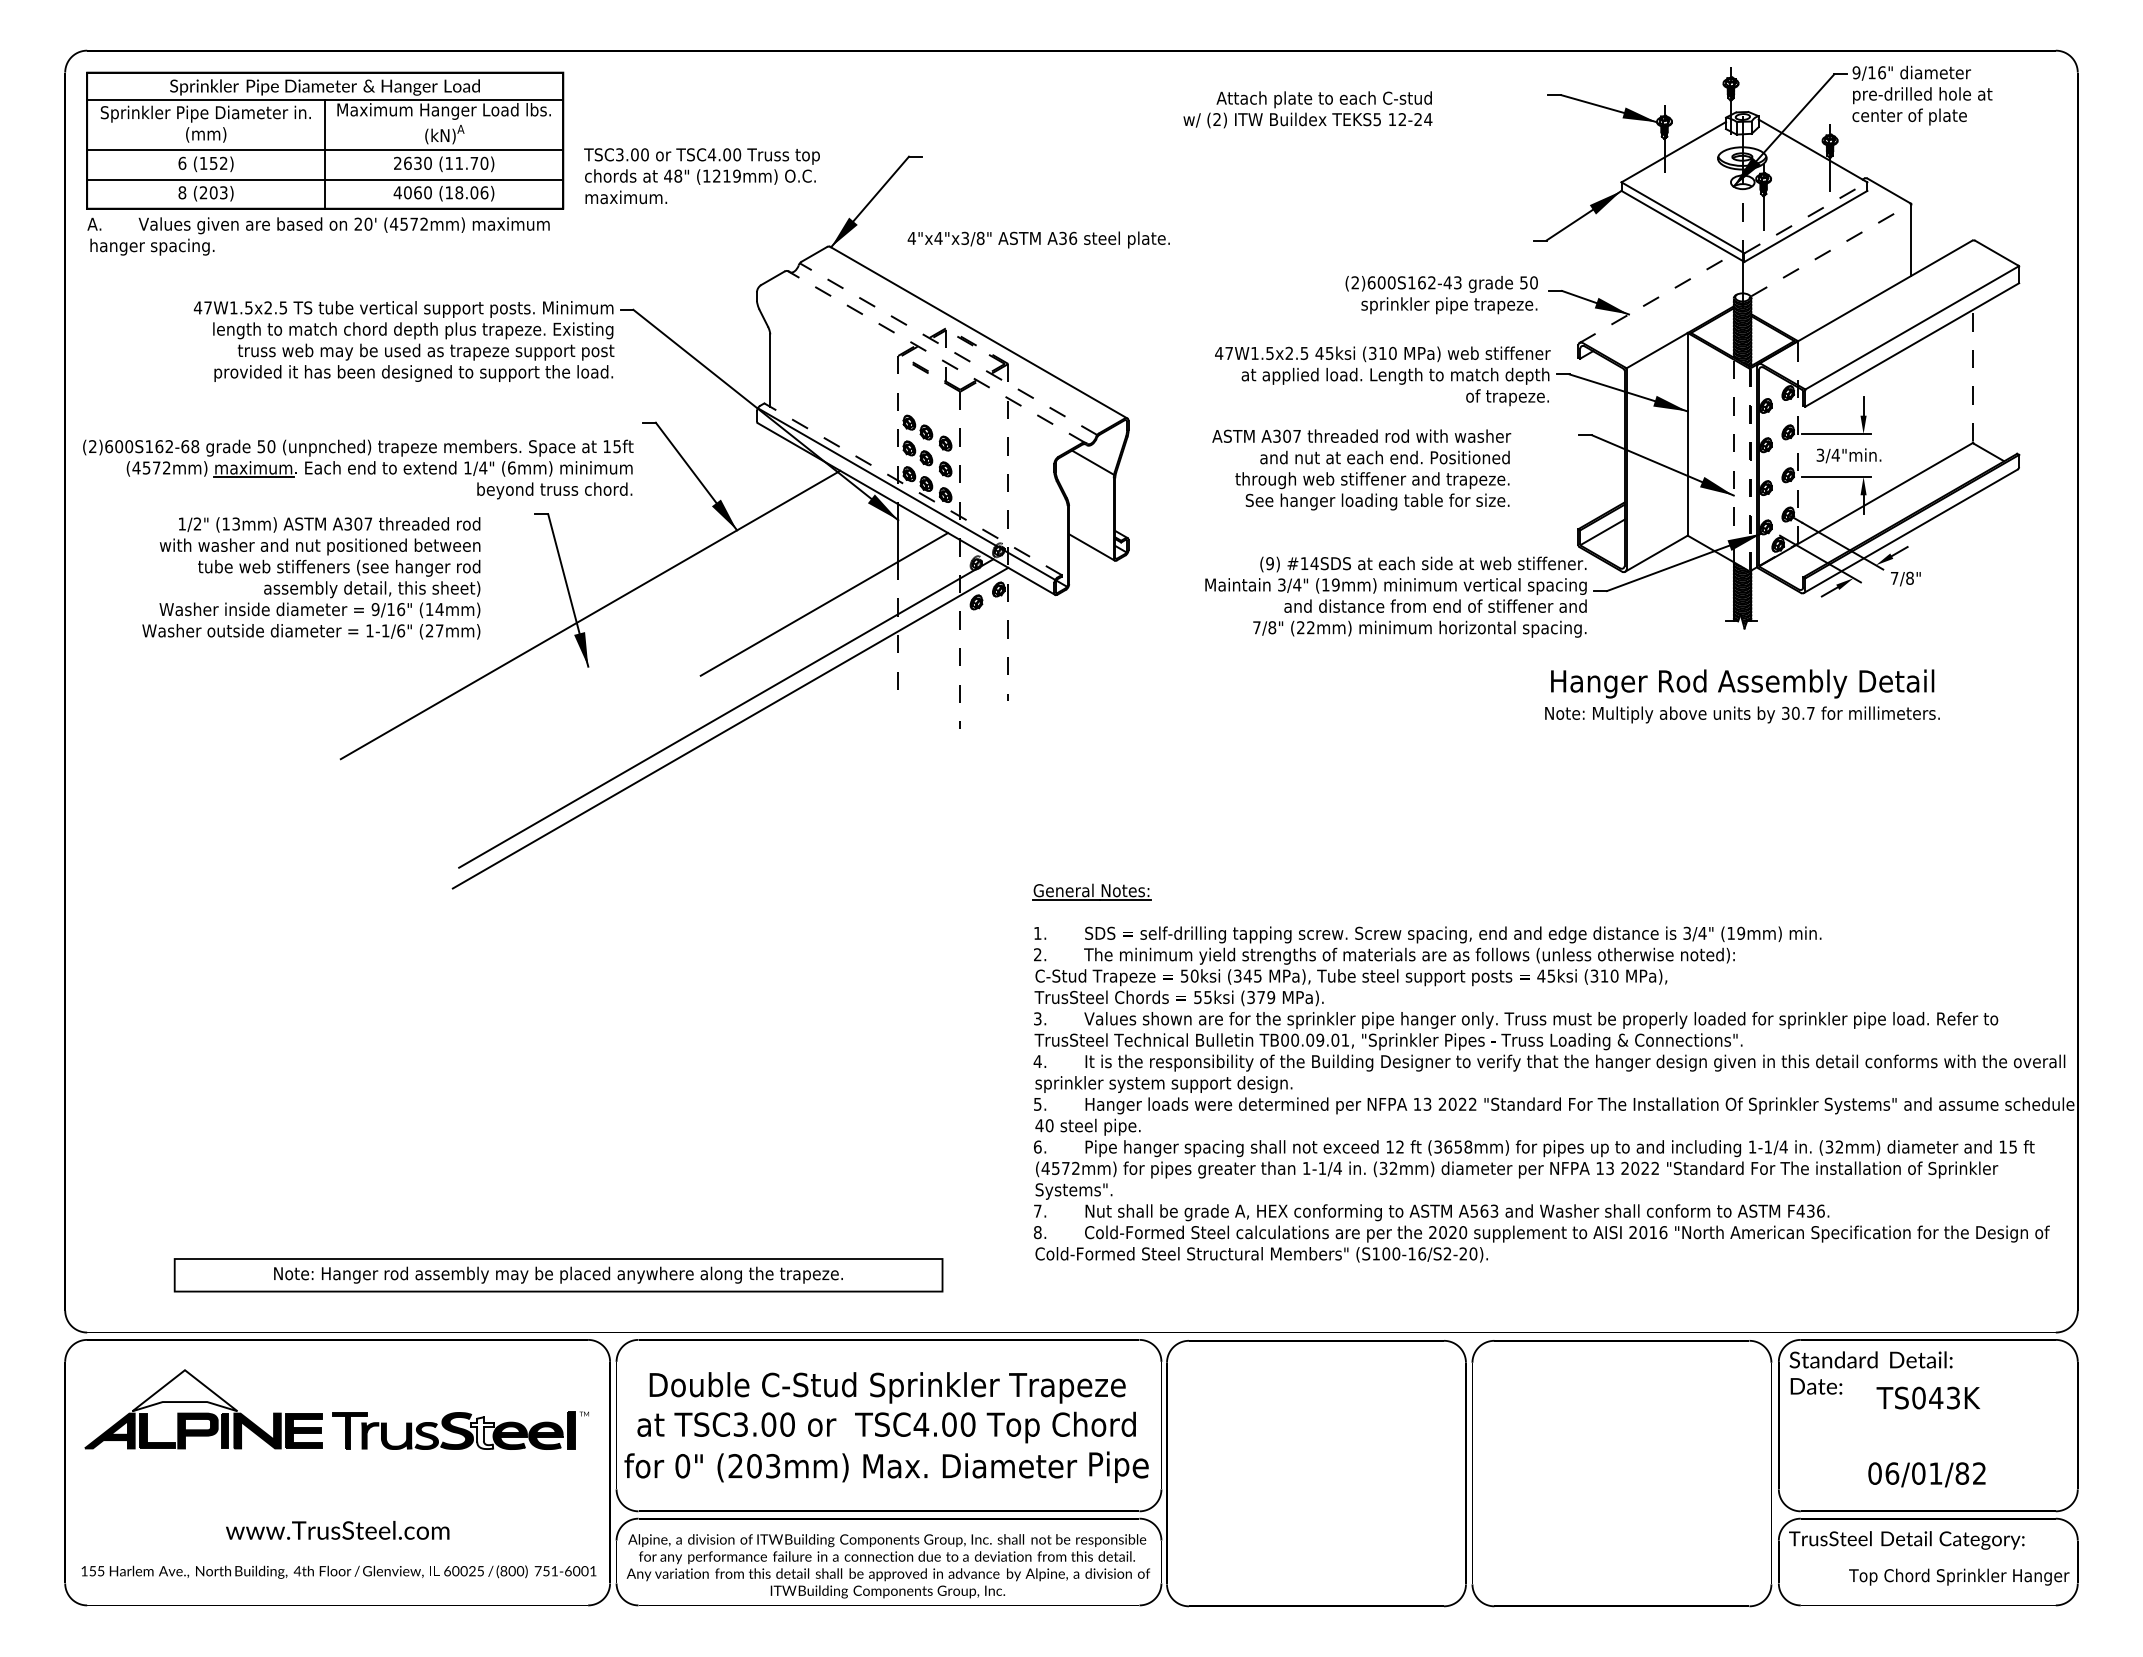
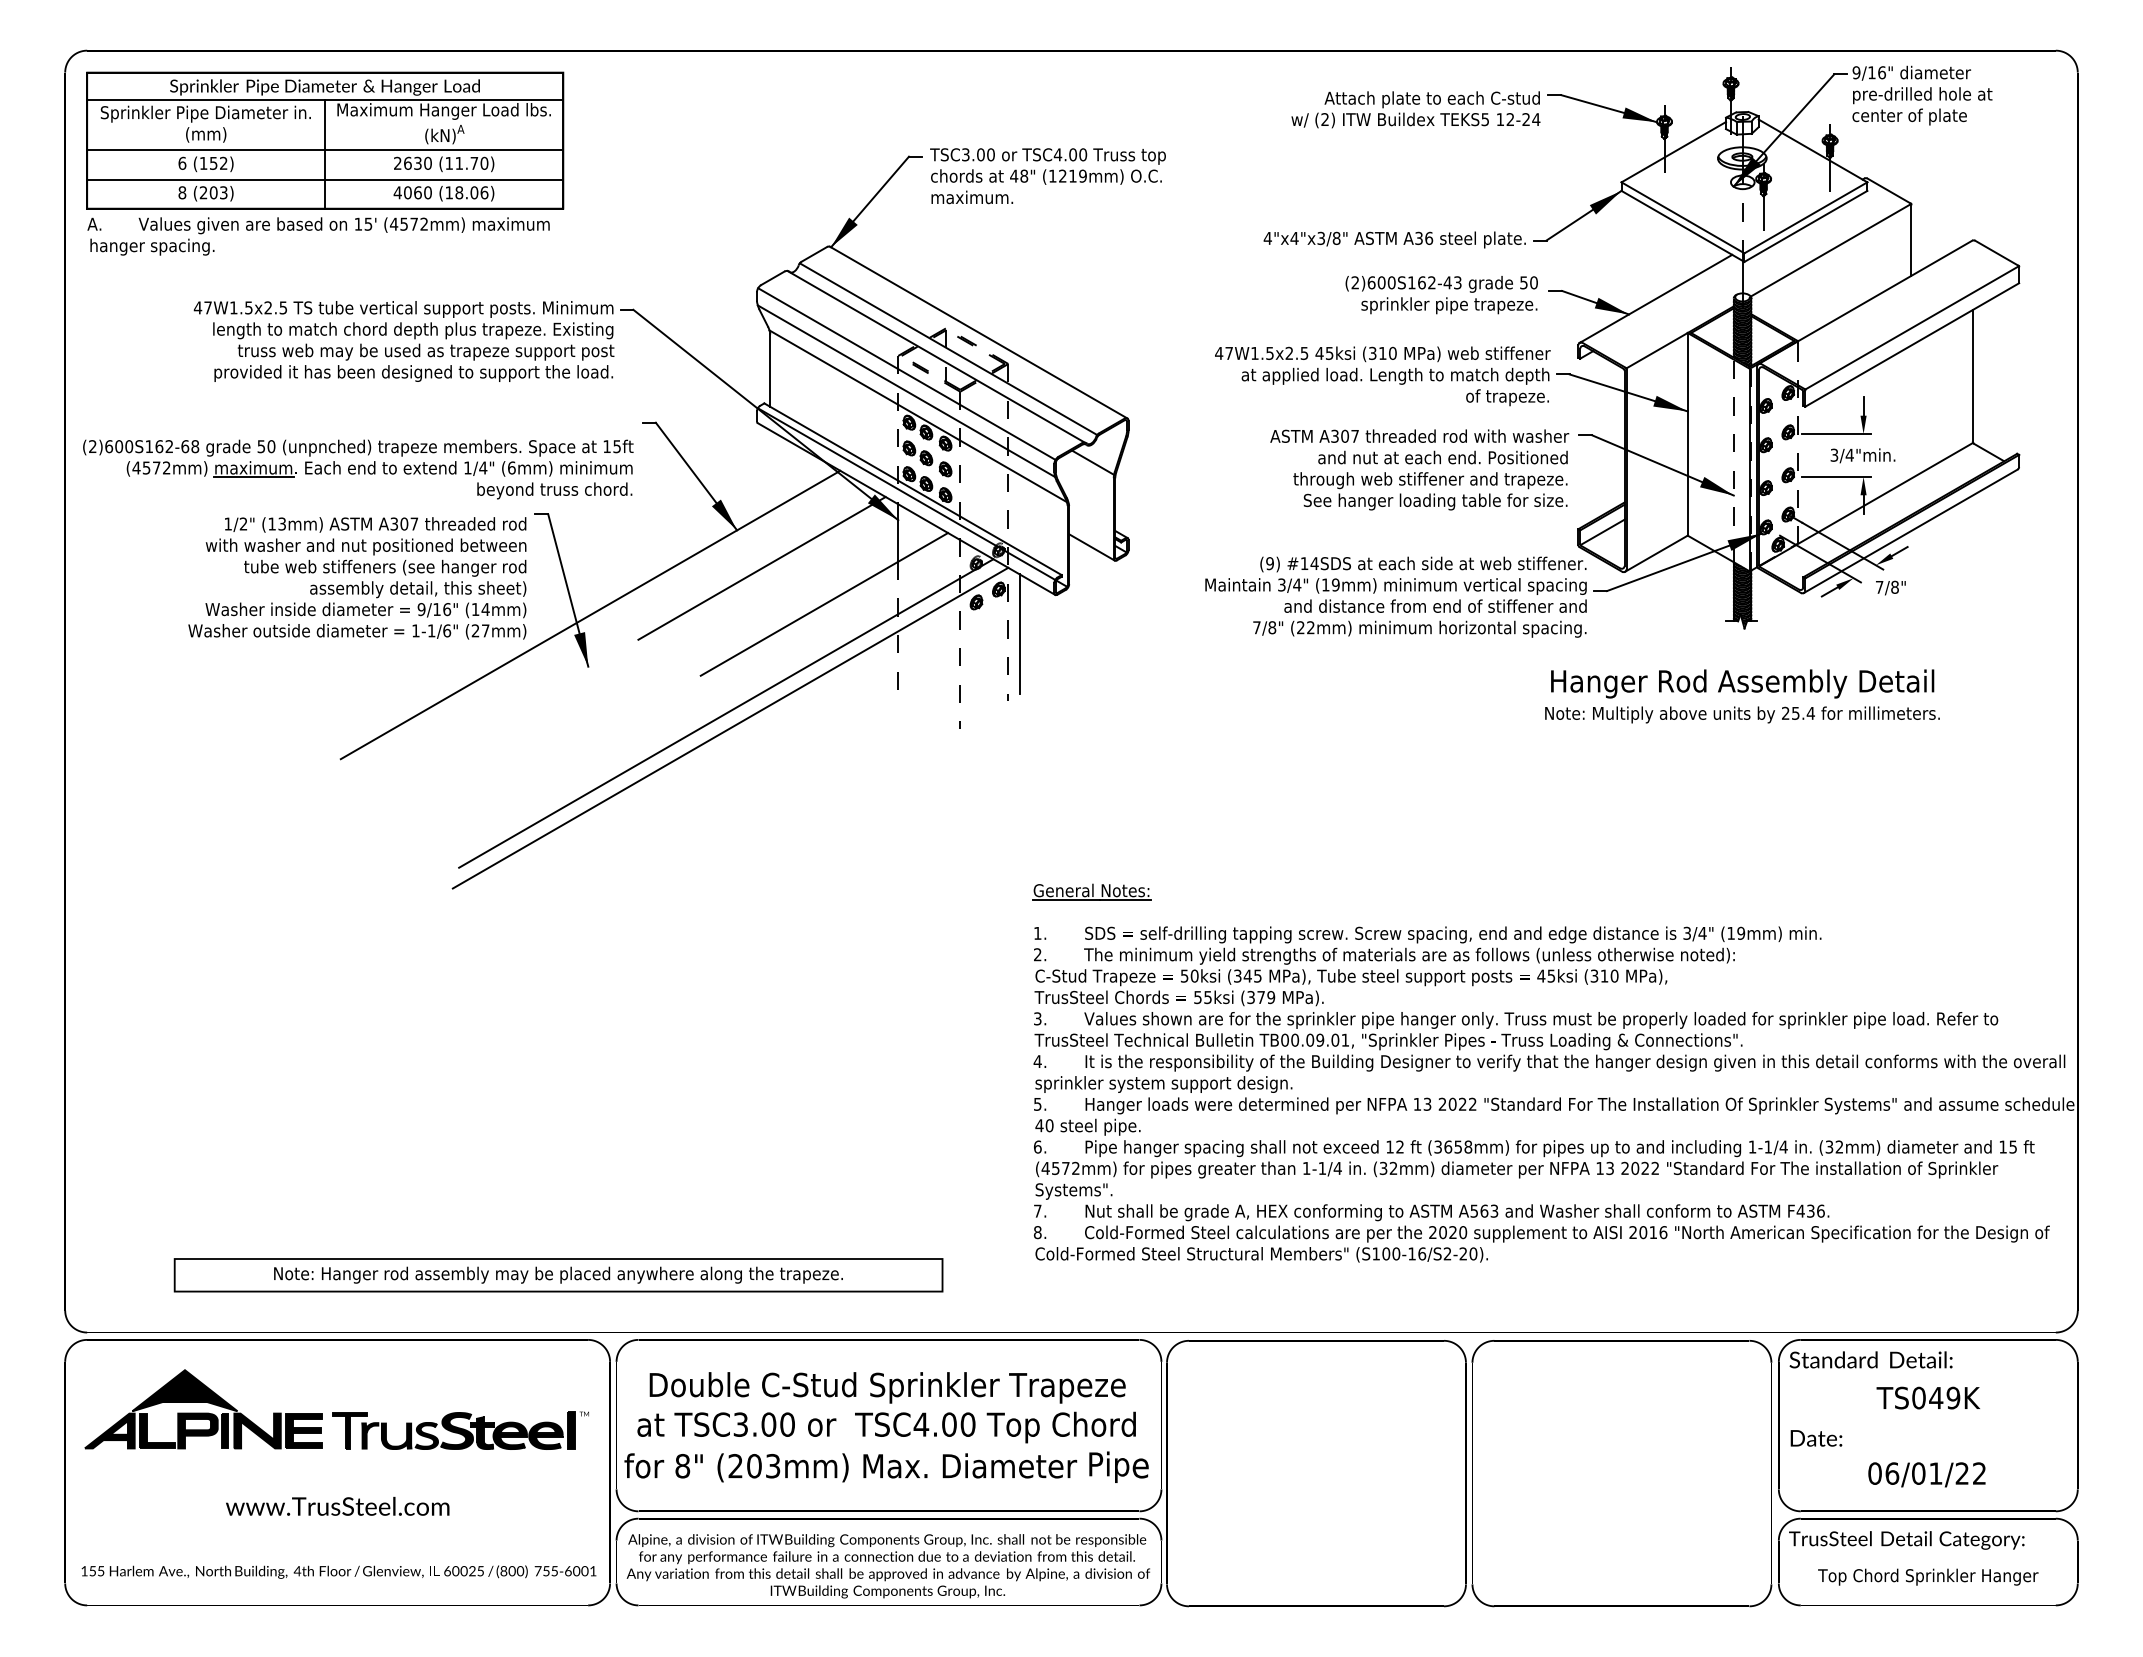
text at (1307, 109) position: (1307, 109) -> (1415, 109)
text at (701, 176) position: (701, 176) -> (1047, 176)
line at (1805, 217): dashed -> solid
text at (363, 223): 20' -> 15'
text at (1038, 239) position: (1038, 239) -> (1394, 239)
line at (1831, 249): dashed -> solid
line at (1656, 298): dashed -> solid
line at (948, 349): dashed -> solid
line at (936, 356): dashed -> solid
line at (906, 373): none -> present
line at (1972, 375): dashed -> solid
line at (906, 391): none -> present
line at (917, 416): none -> present
text at (1848, 455) position: (1848, 455) -> (1862, 455)
text at (1361, 469) position: (1361, 469) -> (1419, 469)
line at (1749, 470): dashed -> solid
line at (913, 489): dashed -> solid
line at (761, 568): none -> present
text at (311, 578) position: (311, 578) -> (357, 578)
text at (1905, 578) position: (1905, 578) -> (1890, 587)
line at (1019, 634): none -> present
text at (1798, 712): 30.7 -> 25.4
text at (1816, 1386) position: (1816, 1386) -> (1816, 1438)
fill at (184, 1390): none -> present
text at (1953, 1397): TS043K -> TS049K
fill at (482, 1433): none -> present
text at (682, 1466): 0" -> 8"
text at (1962, 1473): 06/01/82 -> 06/01/22
text at (337, 1529) position: (337, 1529) -> (337, 1505)
text at (554, 1571): 751-6001 -> 755-6001
text at (1959, 1576) position: (1959, 1576) -> (1928, 1576)
